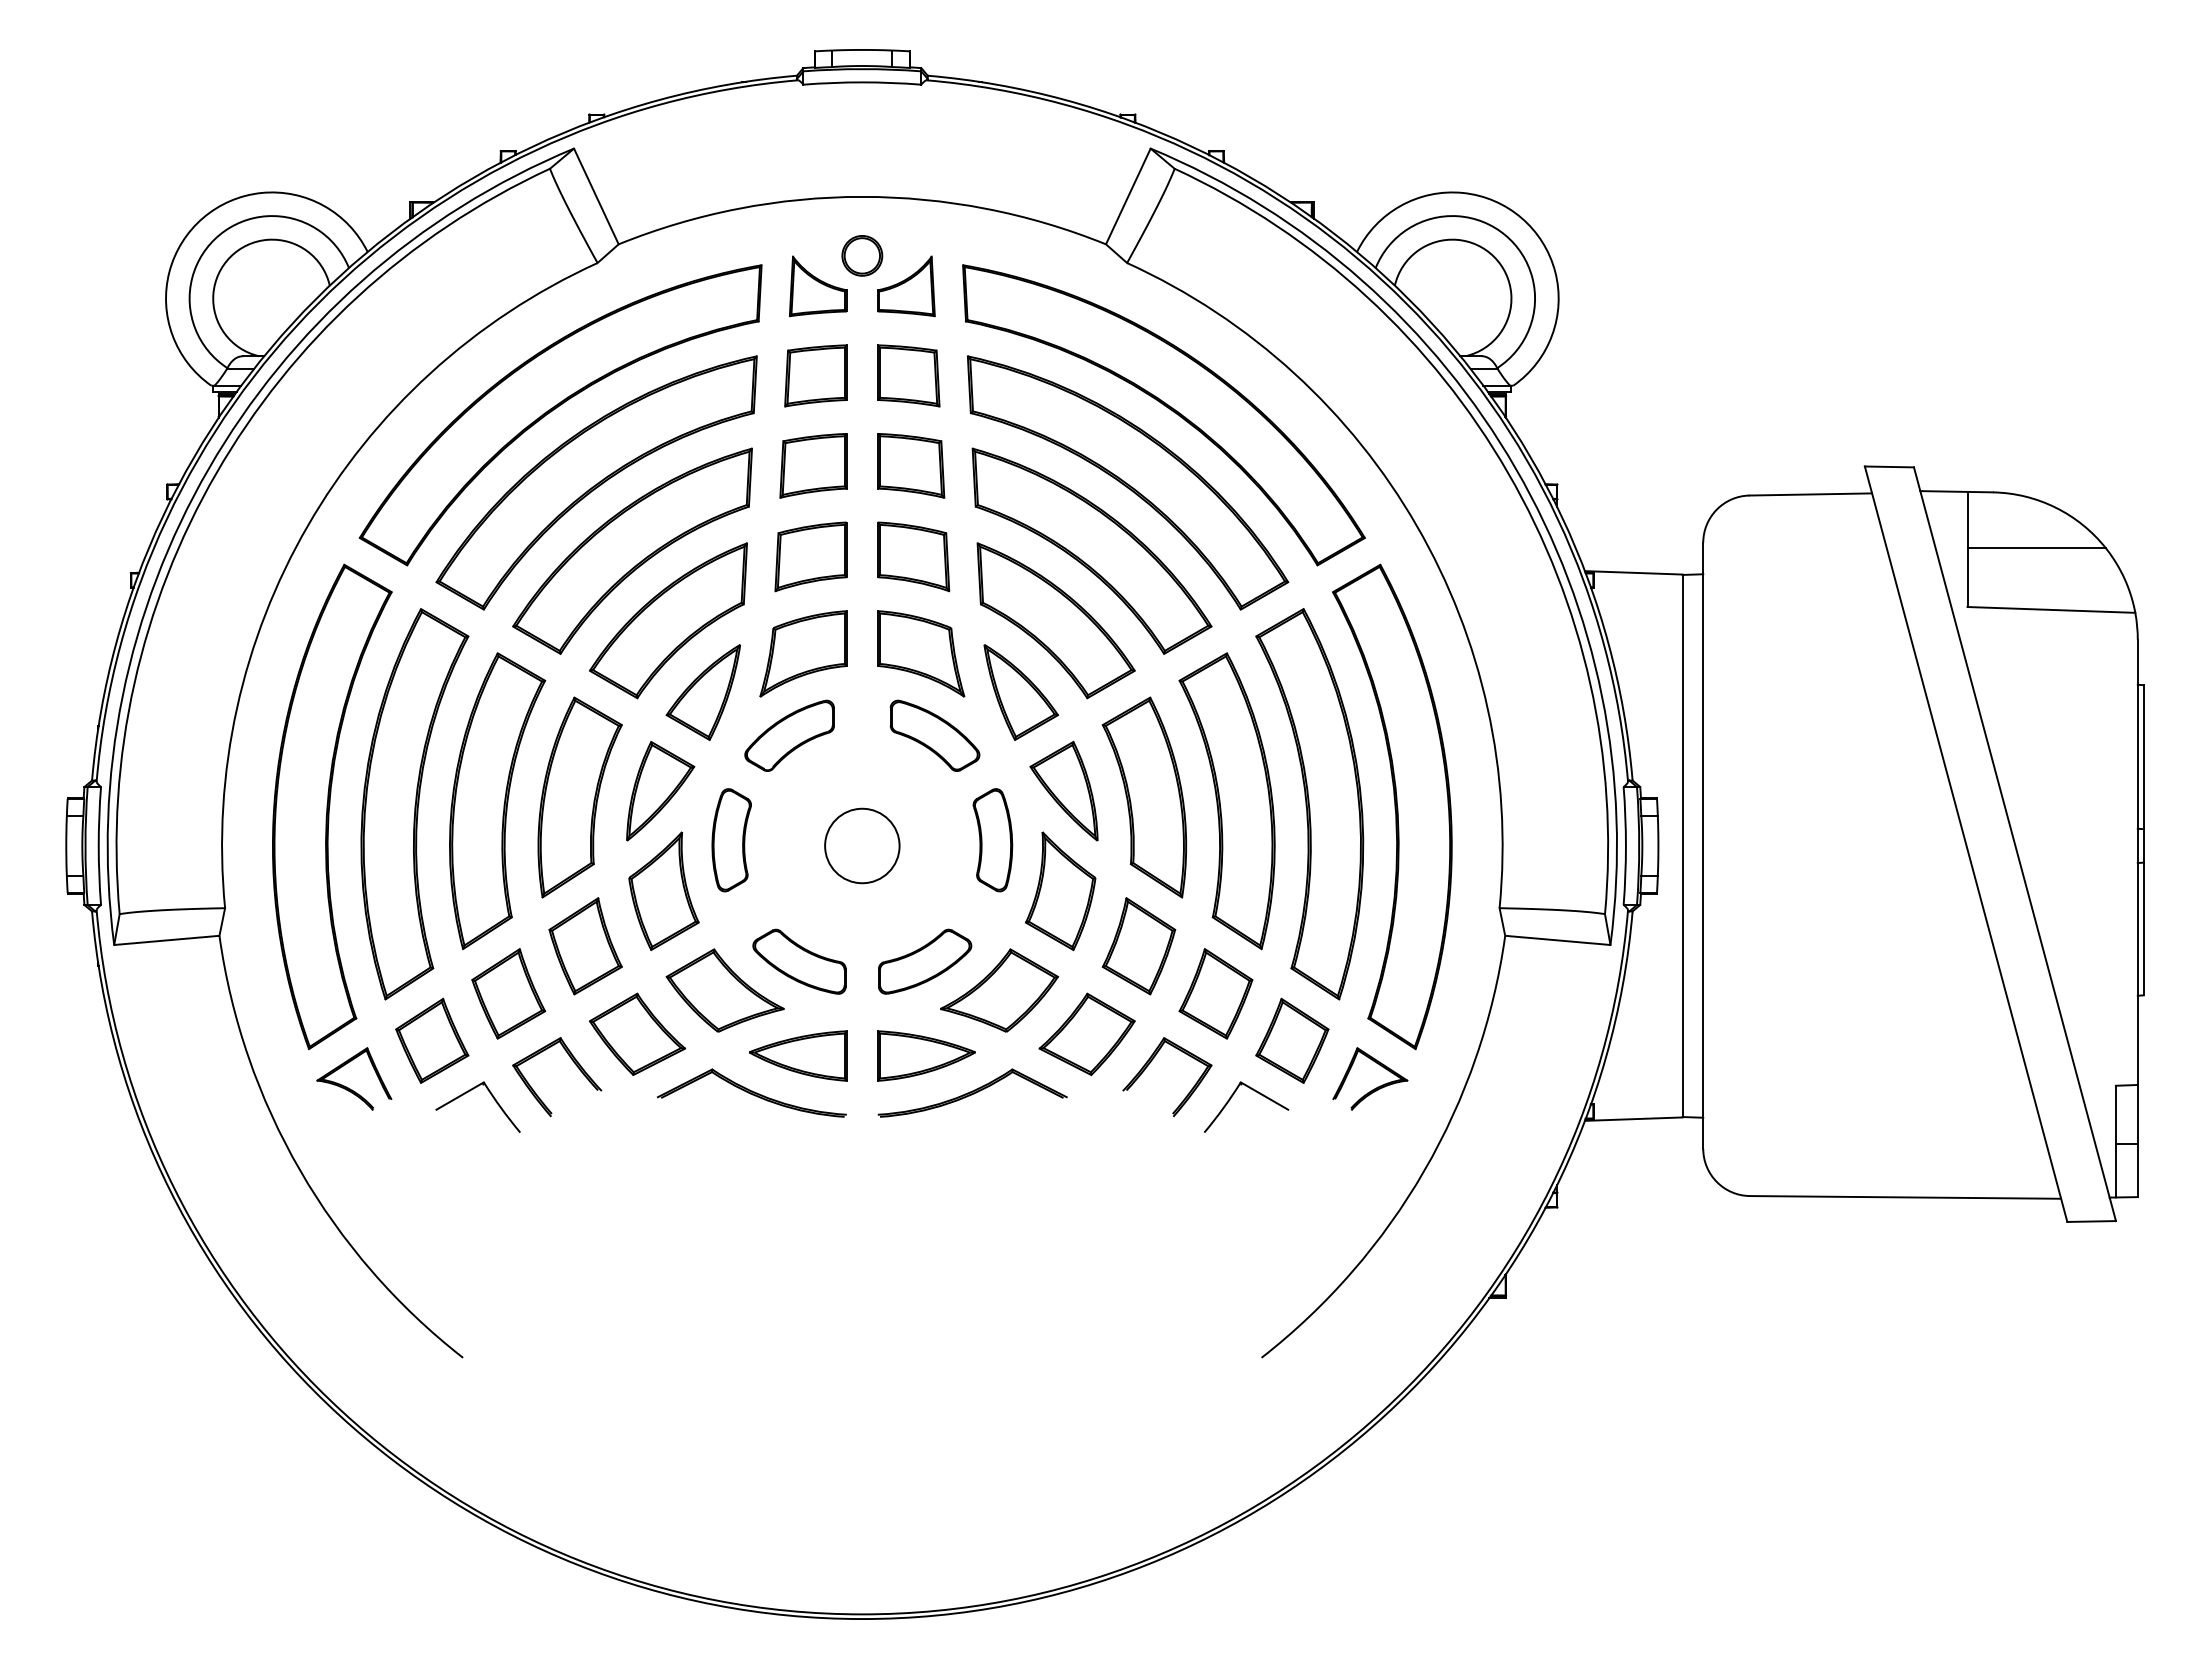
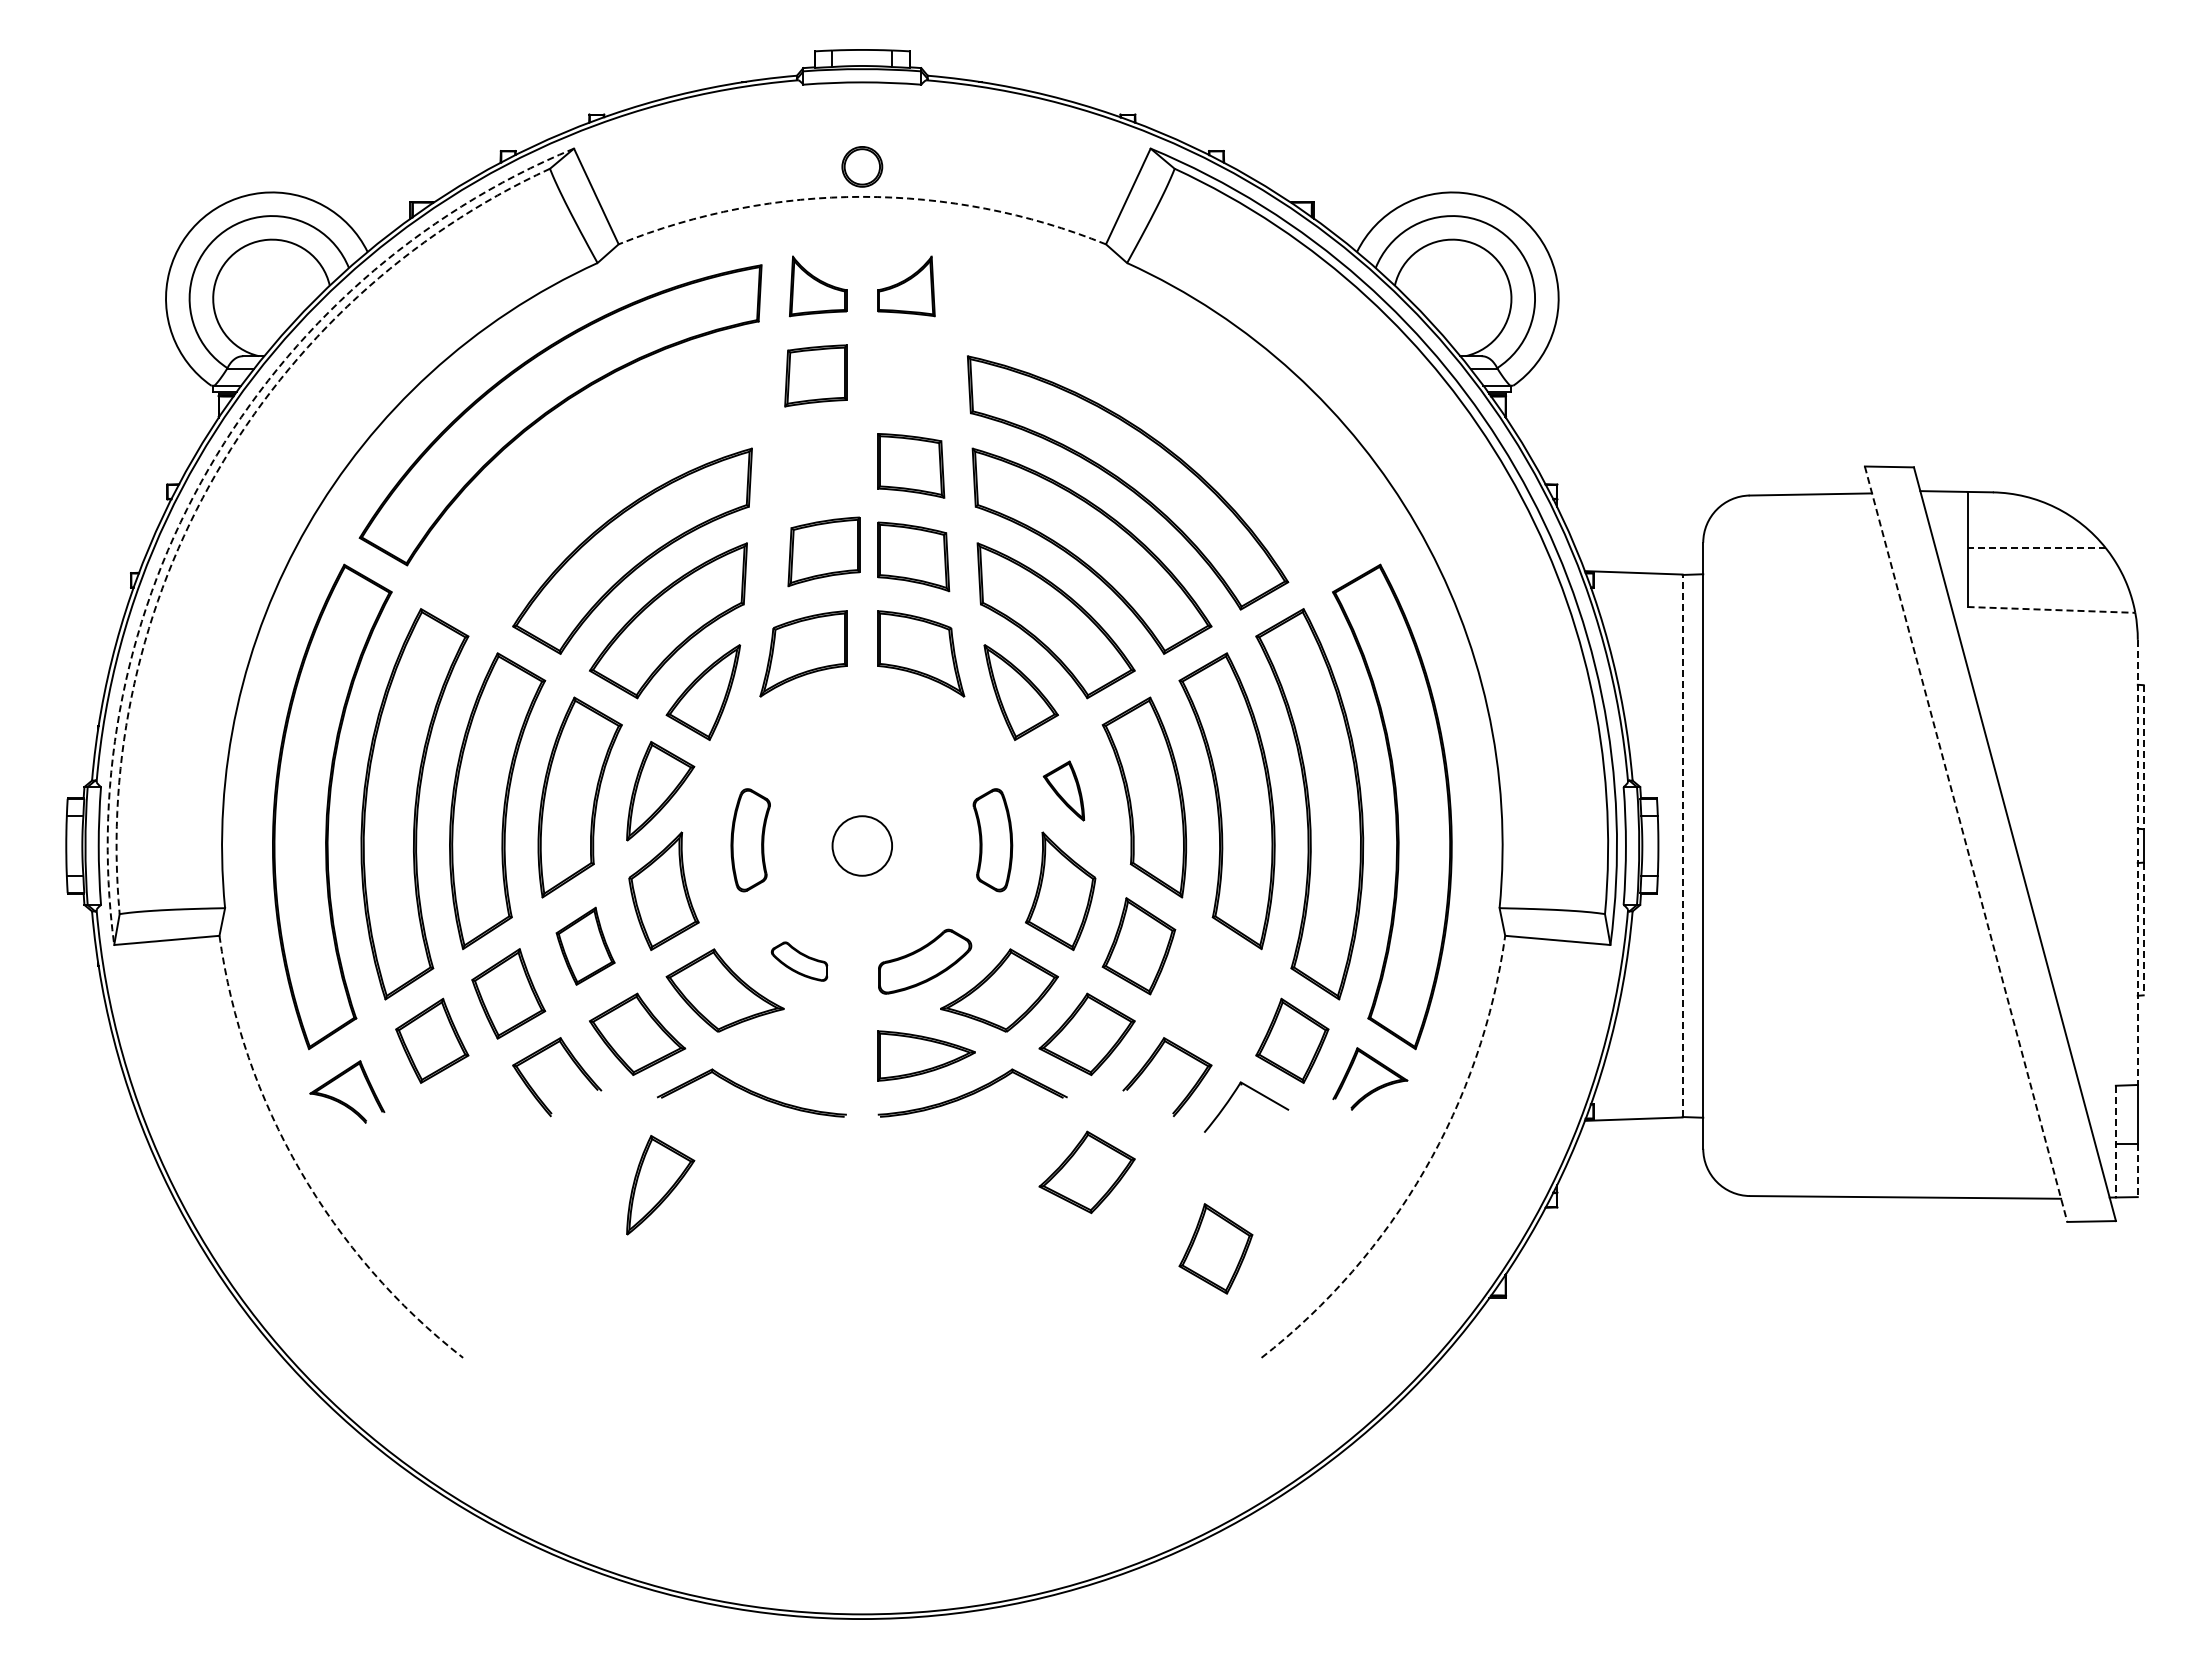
arc at (862, 196): solid -> dashed
part at (862, 255) position: (862, 255) -> (862, 166)
part at (908, 375): present -> none
part at (1167, 408): present -> none
part at (813, 465): present -> none
arc at (208, 468): solid -> dashed
arc at (216, 473): solid -> dashed
part at (596, 482): present -> none
line at (2036, 548): solid -> dashed
part at (810, 556) position: (810, 556) -> (823, 551)
line at (2051, 609): solid -> dashed
part at (789, 735): present -> none
part at (934, 735): present -> none
line at (2143, 757): solid -> dashed
part at (1063, 790) size: 70x102 px -> 43x62 px
part at (731, 840) position: (731, 840) -> (750, 840)
line at (1966, 844): solid -> dashed
circle at (862, 845) diameter: 74 px -> 60 px
line at (1682, 845): solid -> dashed
line at (2137, 862): solid -> dashed
line at (2143, 929): solid -> dashed
part at (585, 946) size: 75x99 px -> 61x80 px
part at (799, 961) size: 95x67 px -> 59x41 px
part at (1215, 993) position: (1215, 993) -> (1215, 1248)
part at (798, 1055): present -> none
part at (350, 1088) position: (350, 1088) -> (343, 1101)
part at (470, 1091): present -> none
line at (2115, 1141): solid -> dashed
arc at (300, 1170): solid -> dashed
arc at (1424, 1170): solid -> dashed
line at (2137, 1170): solid -> dashed
part at (1086, 1172): none -> present
part at (660, 1185): none -> present
